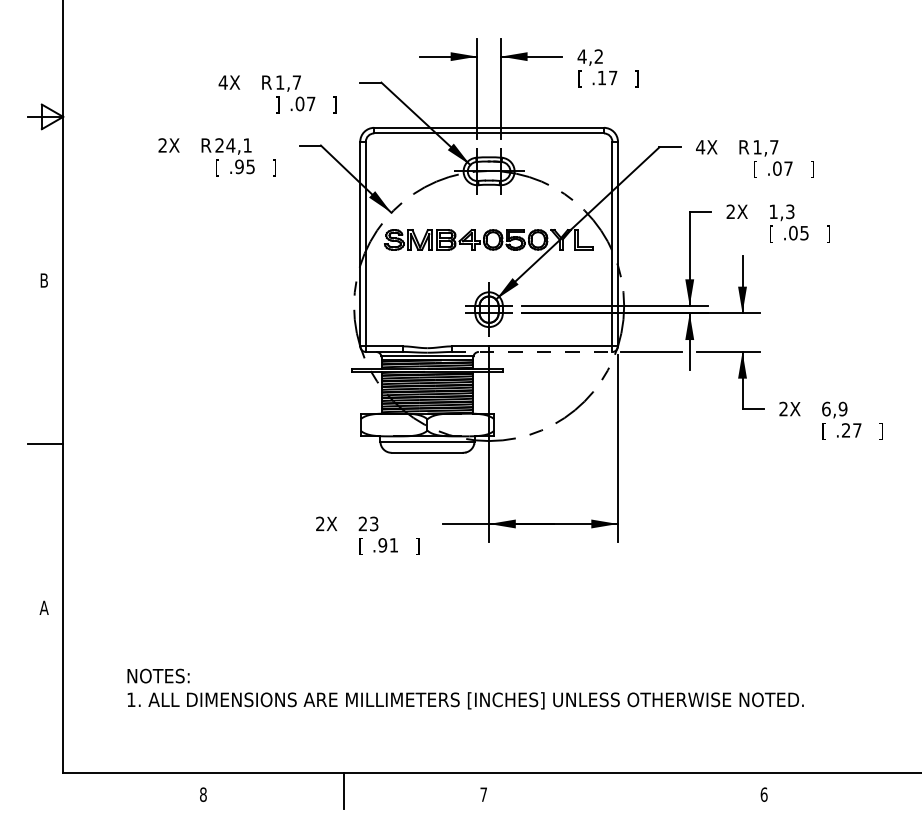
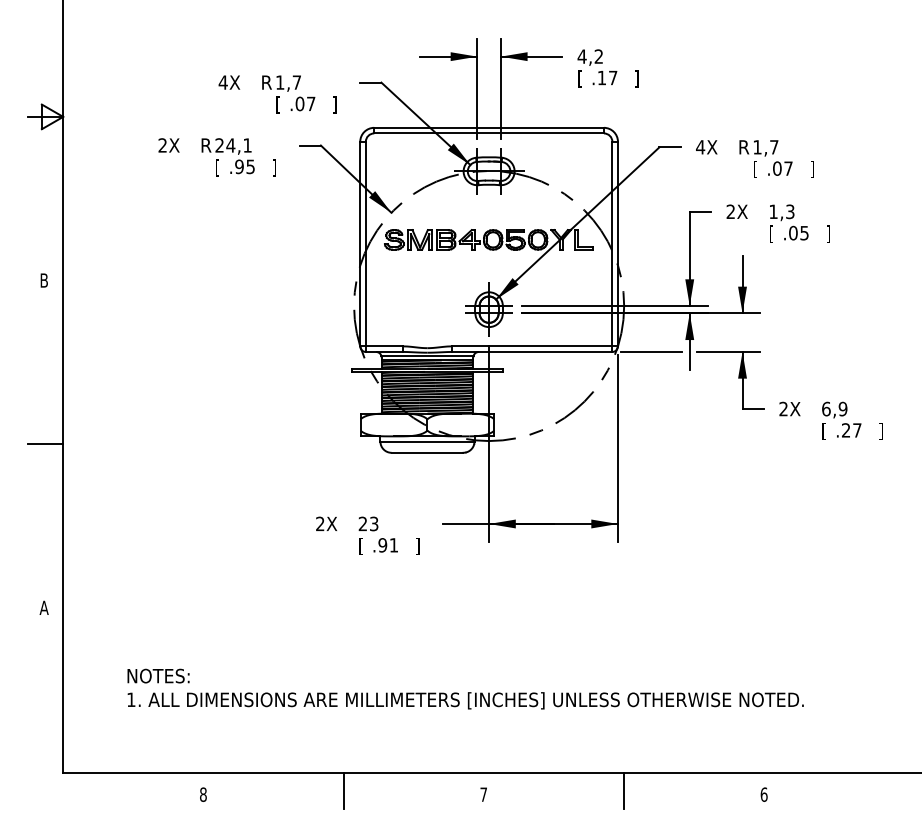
text at (277, 104): ] -> [
line at (532, 351): dashed -> solid
line at (623, 790): none -> present
